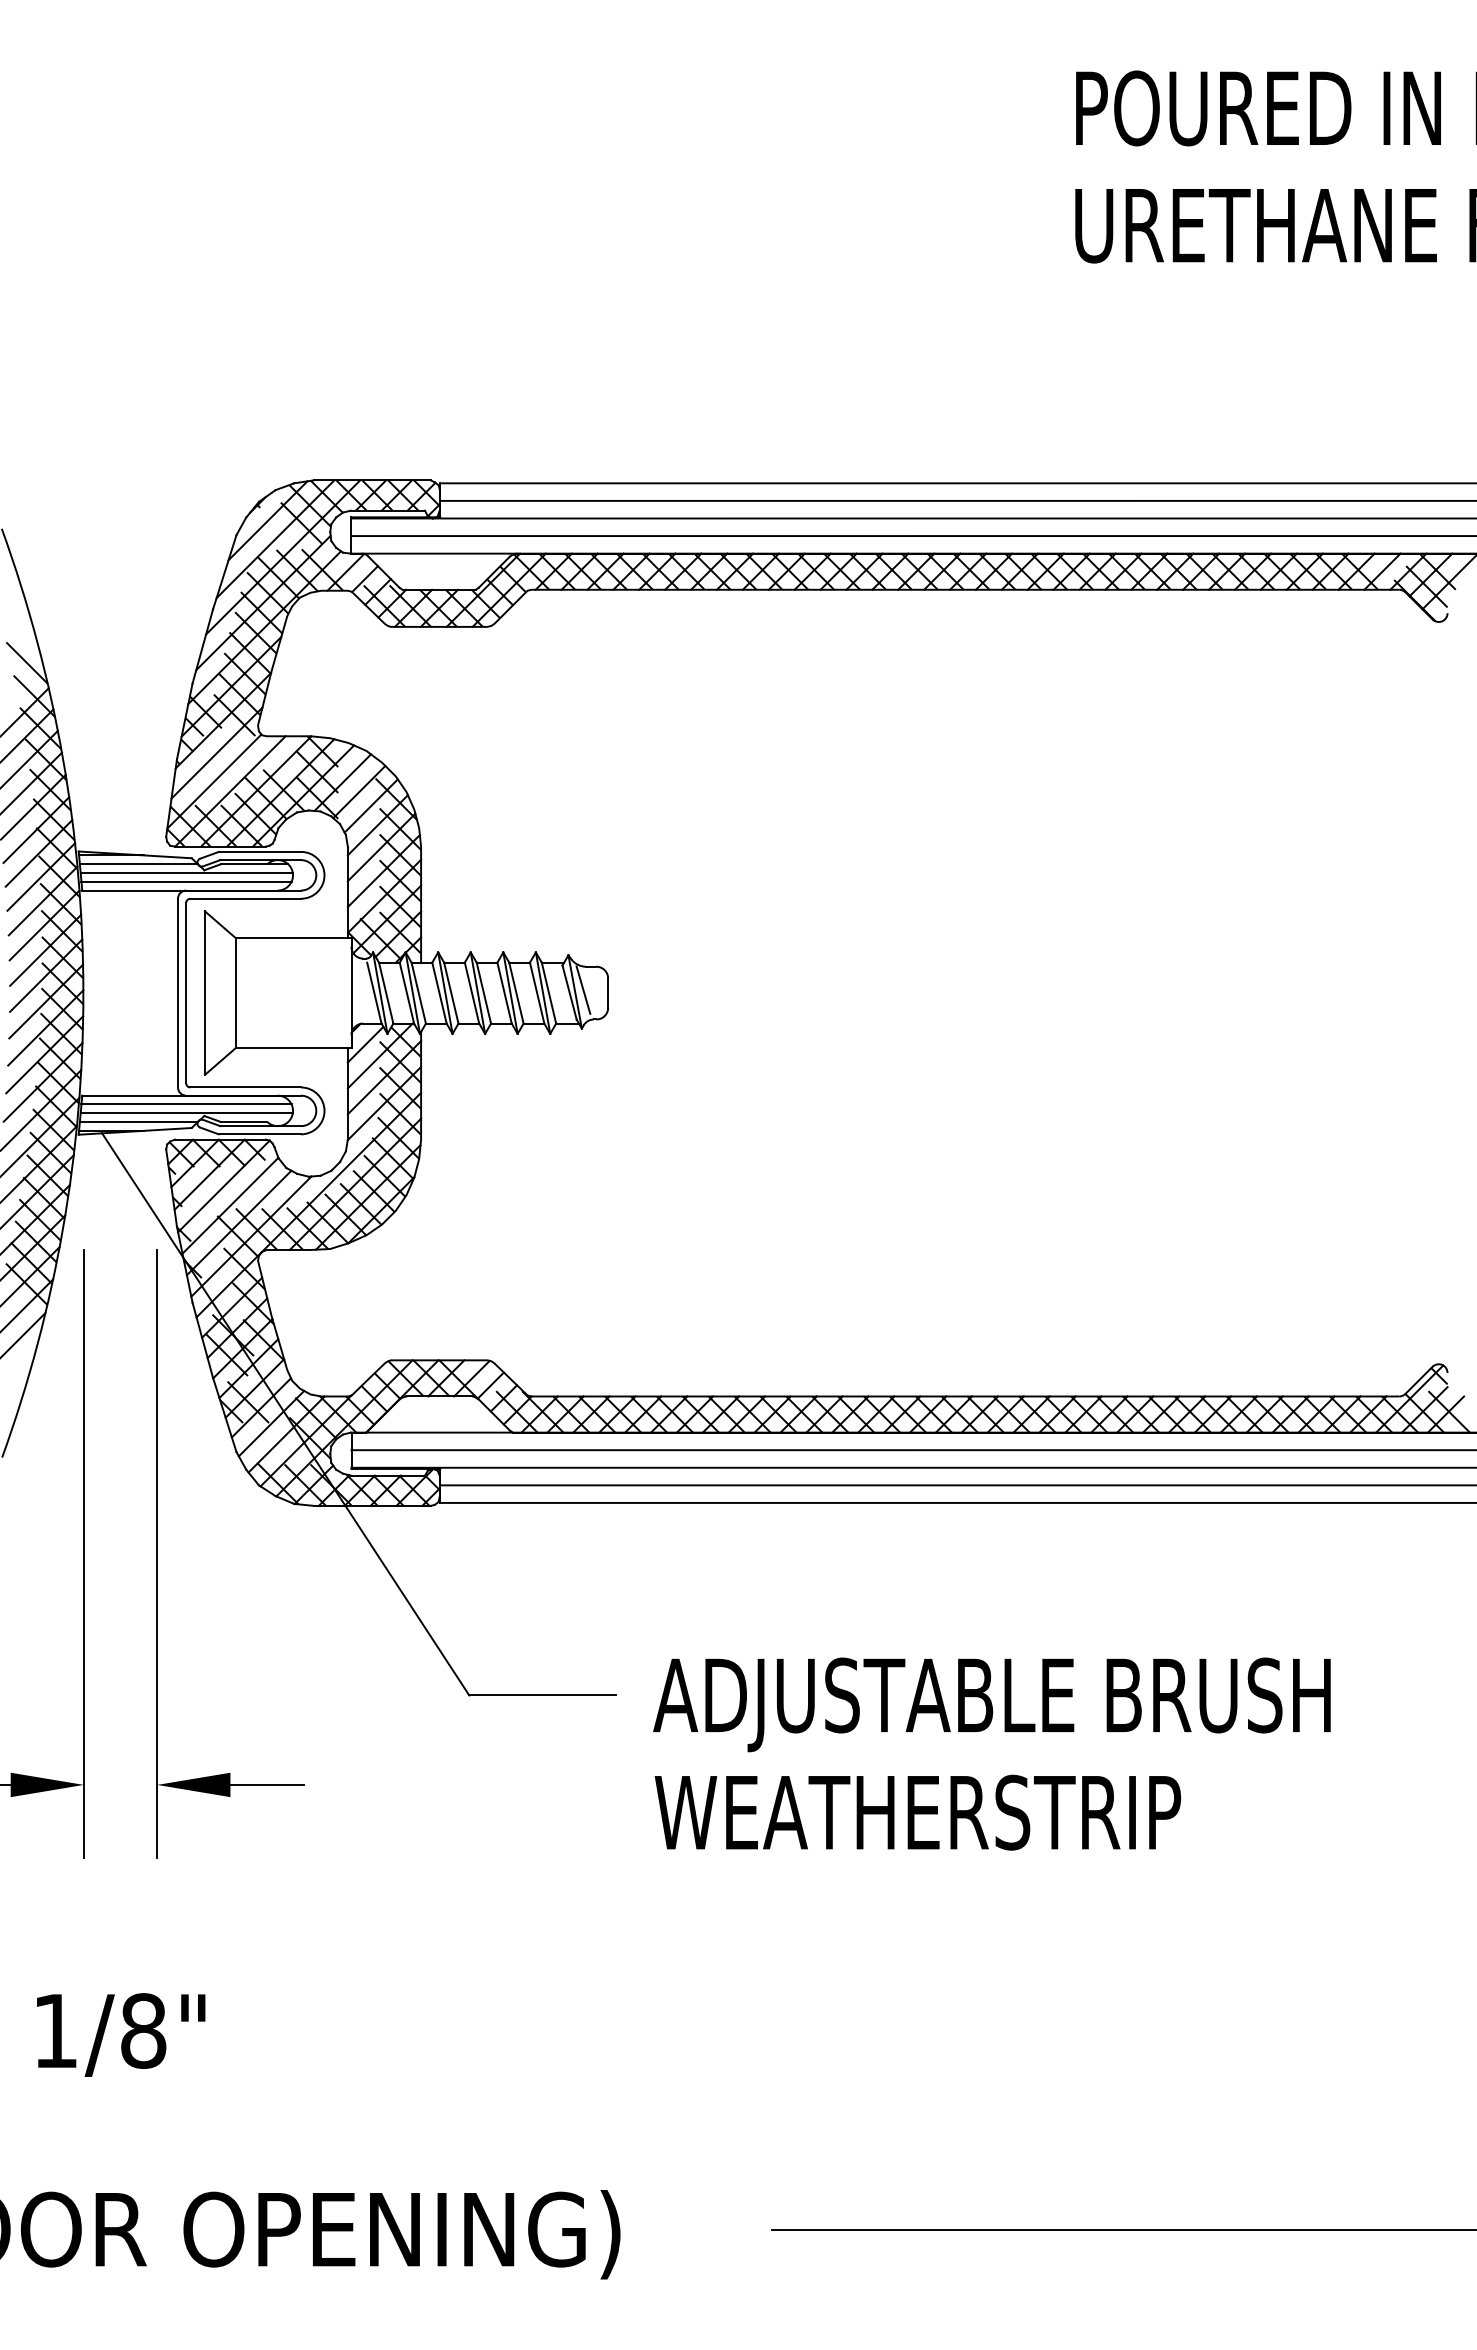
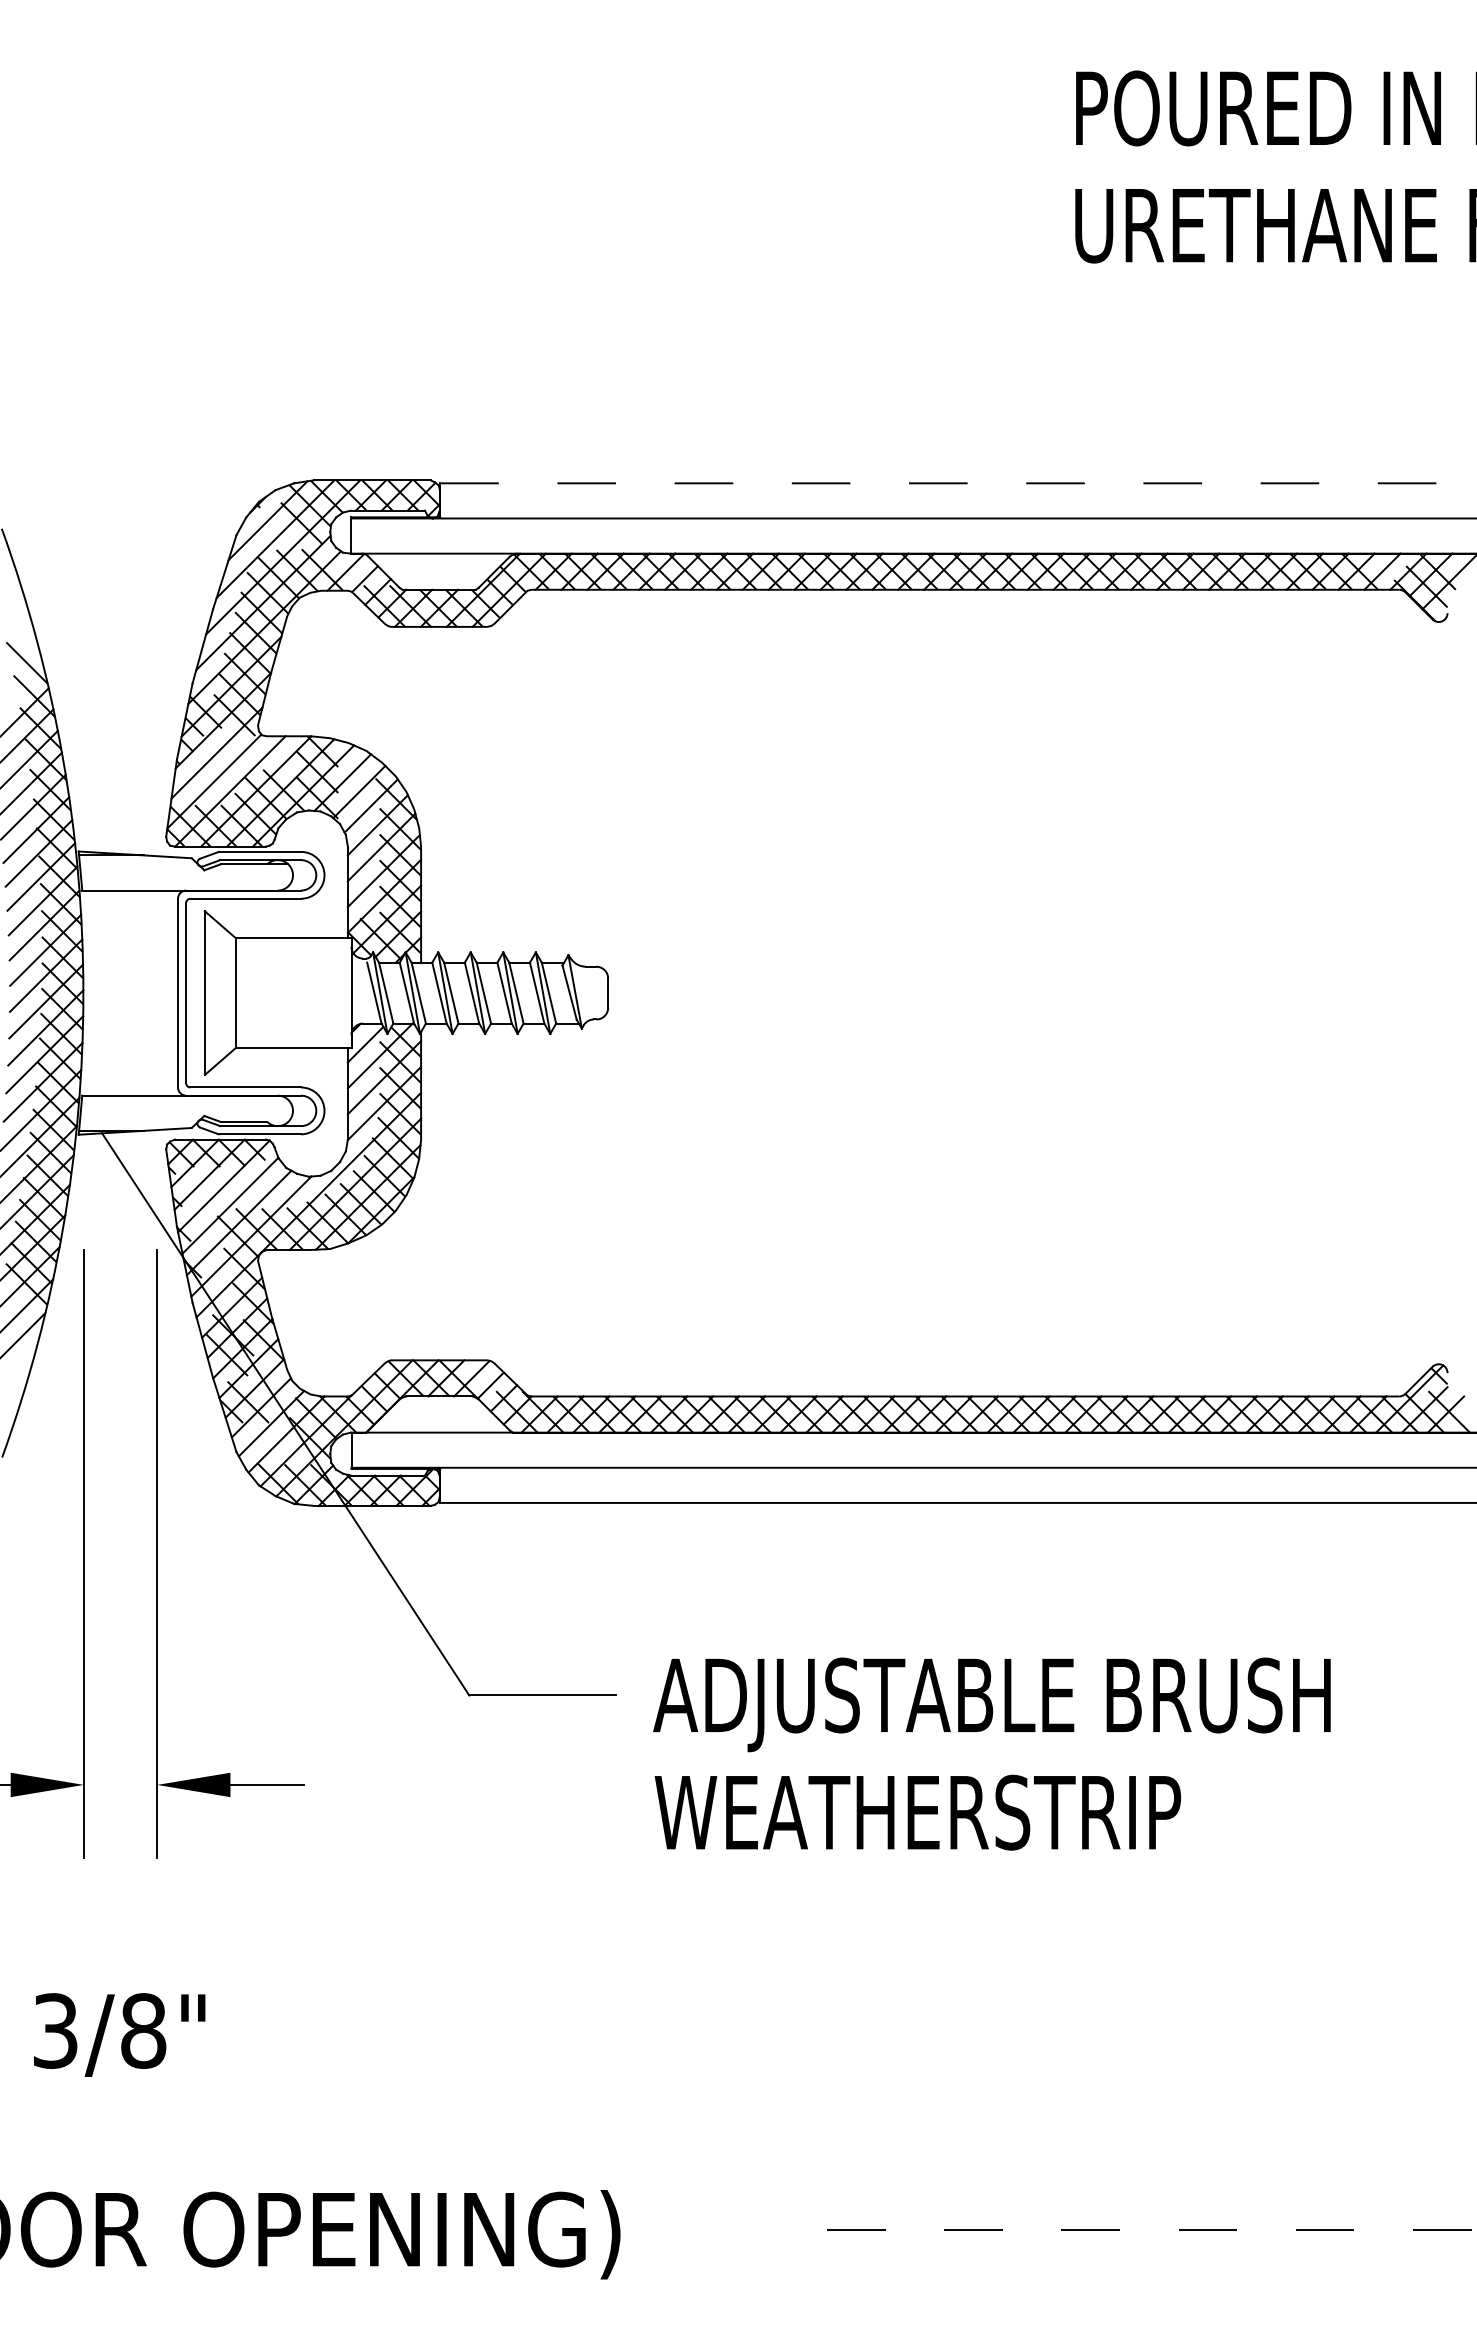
line at (959, 483): solid -> dashed
line at (956, 500): present -> none
line at (912, 536): present -> none
line at (138, 864): present -> none
line at (186, 873): present -> none
line at (186, 881): present -> none
line at (583, 989): present -> none
line at (186, 1104): present -> none
line at (186, 1113): present -> none
line at (138, 1122): present -> none
line at (912, 1450): present -> none
line at (956, 1485): present -> none
text at (55, 2030): 1/8" -> 3/8"
line at (1123, 2229): solid -> dashed
